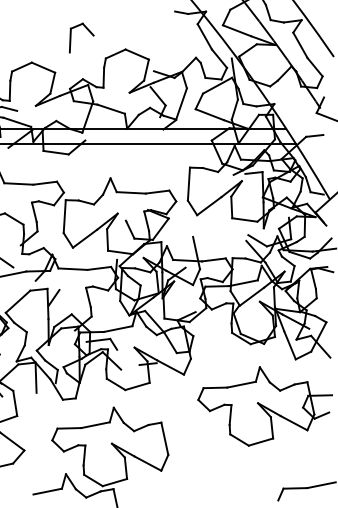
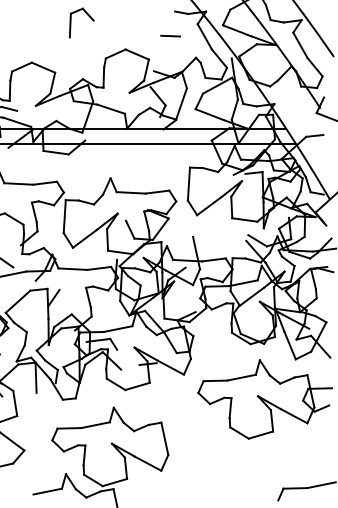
part at (87, 30) position: (87, 30) -> (87, 15)
line at (170, 35): none -> present
part at (264, 406) position: (264, 406) -> (264, 399)
